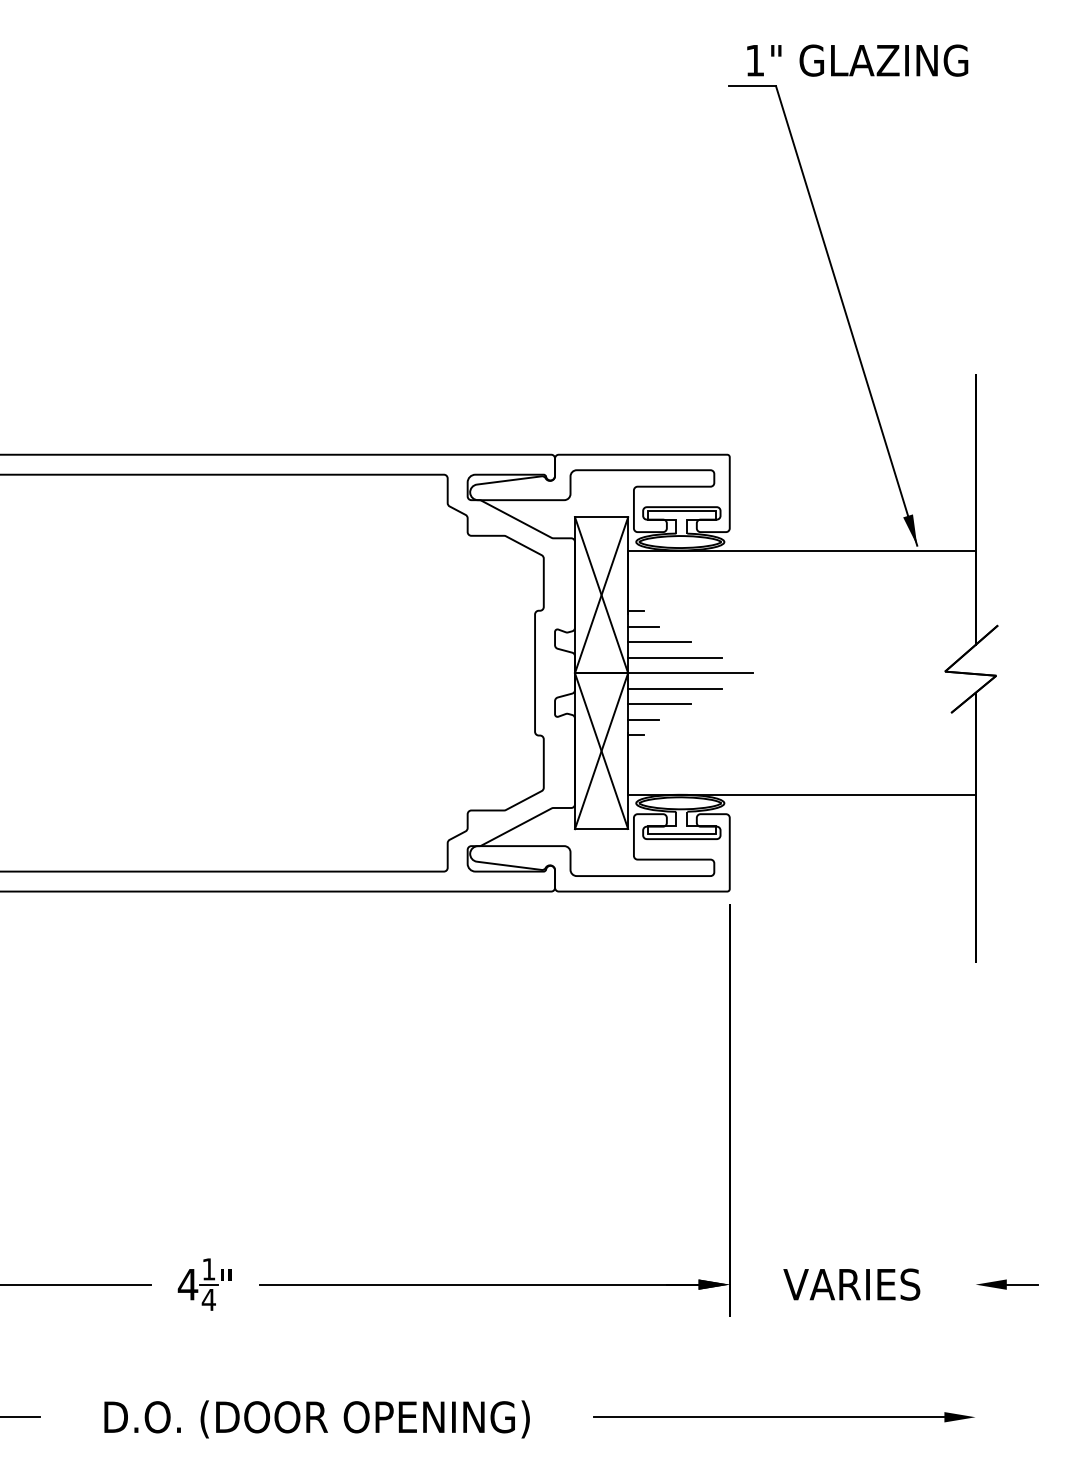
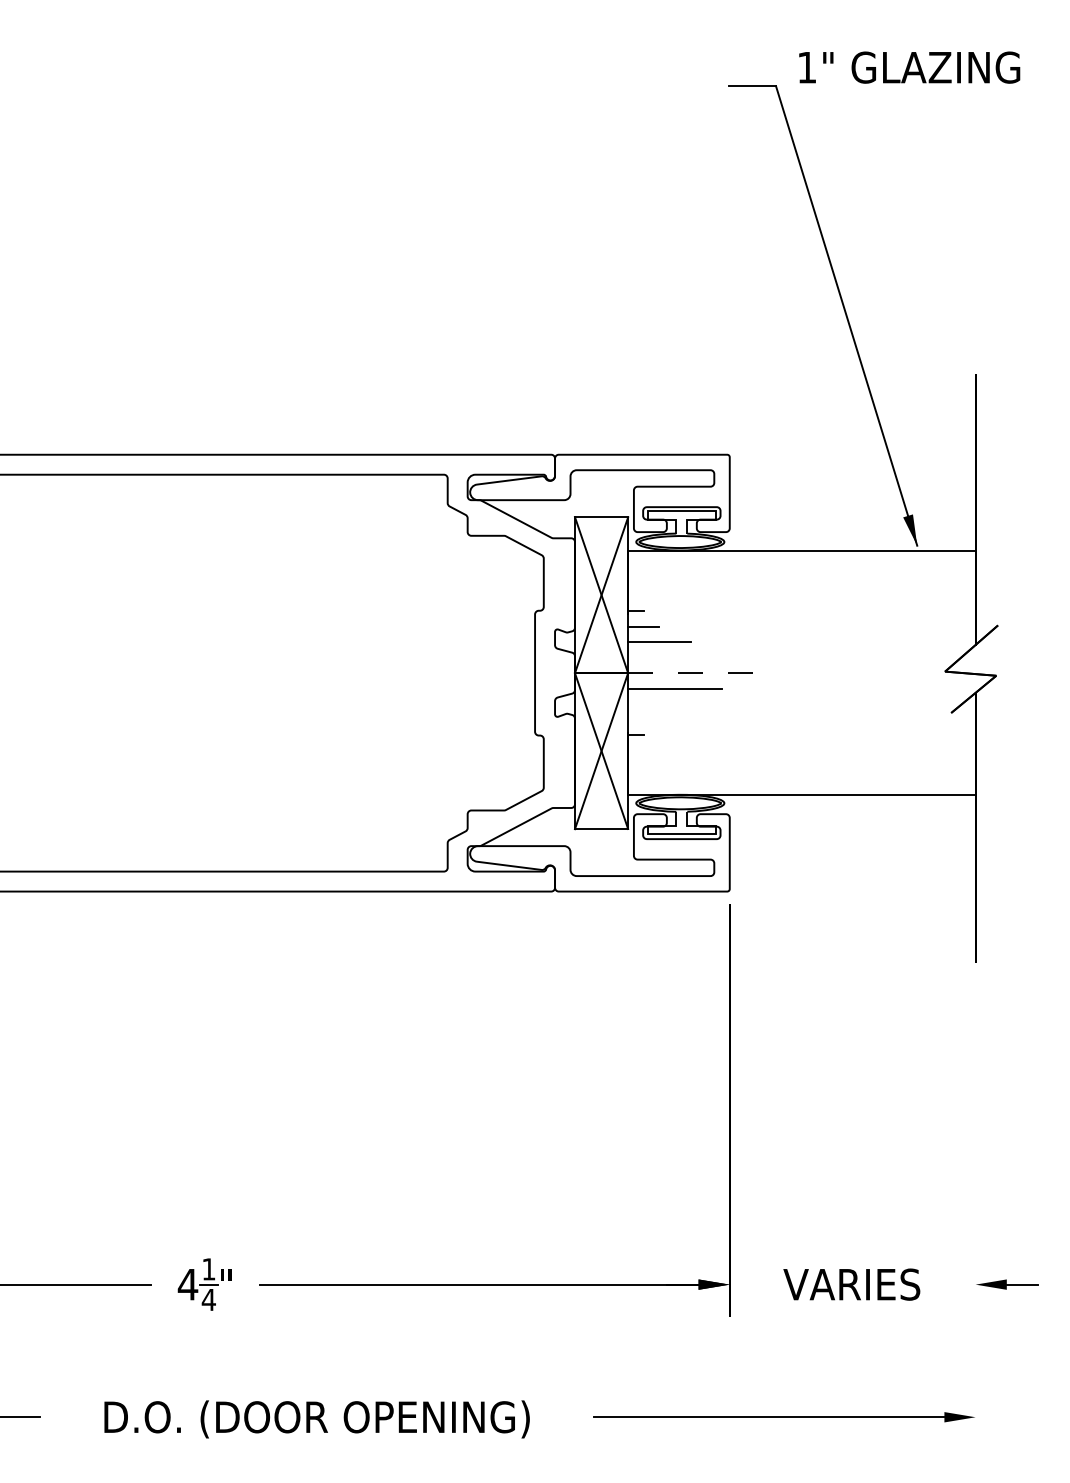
text at (857, 60) position: (857, 60) -> (909, 67)
line at (674, 657): present -> none
line at (691, 673): solid -> dashed
line at (659, 704): present -> none
line at (643, 720): present -> none
